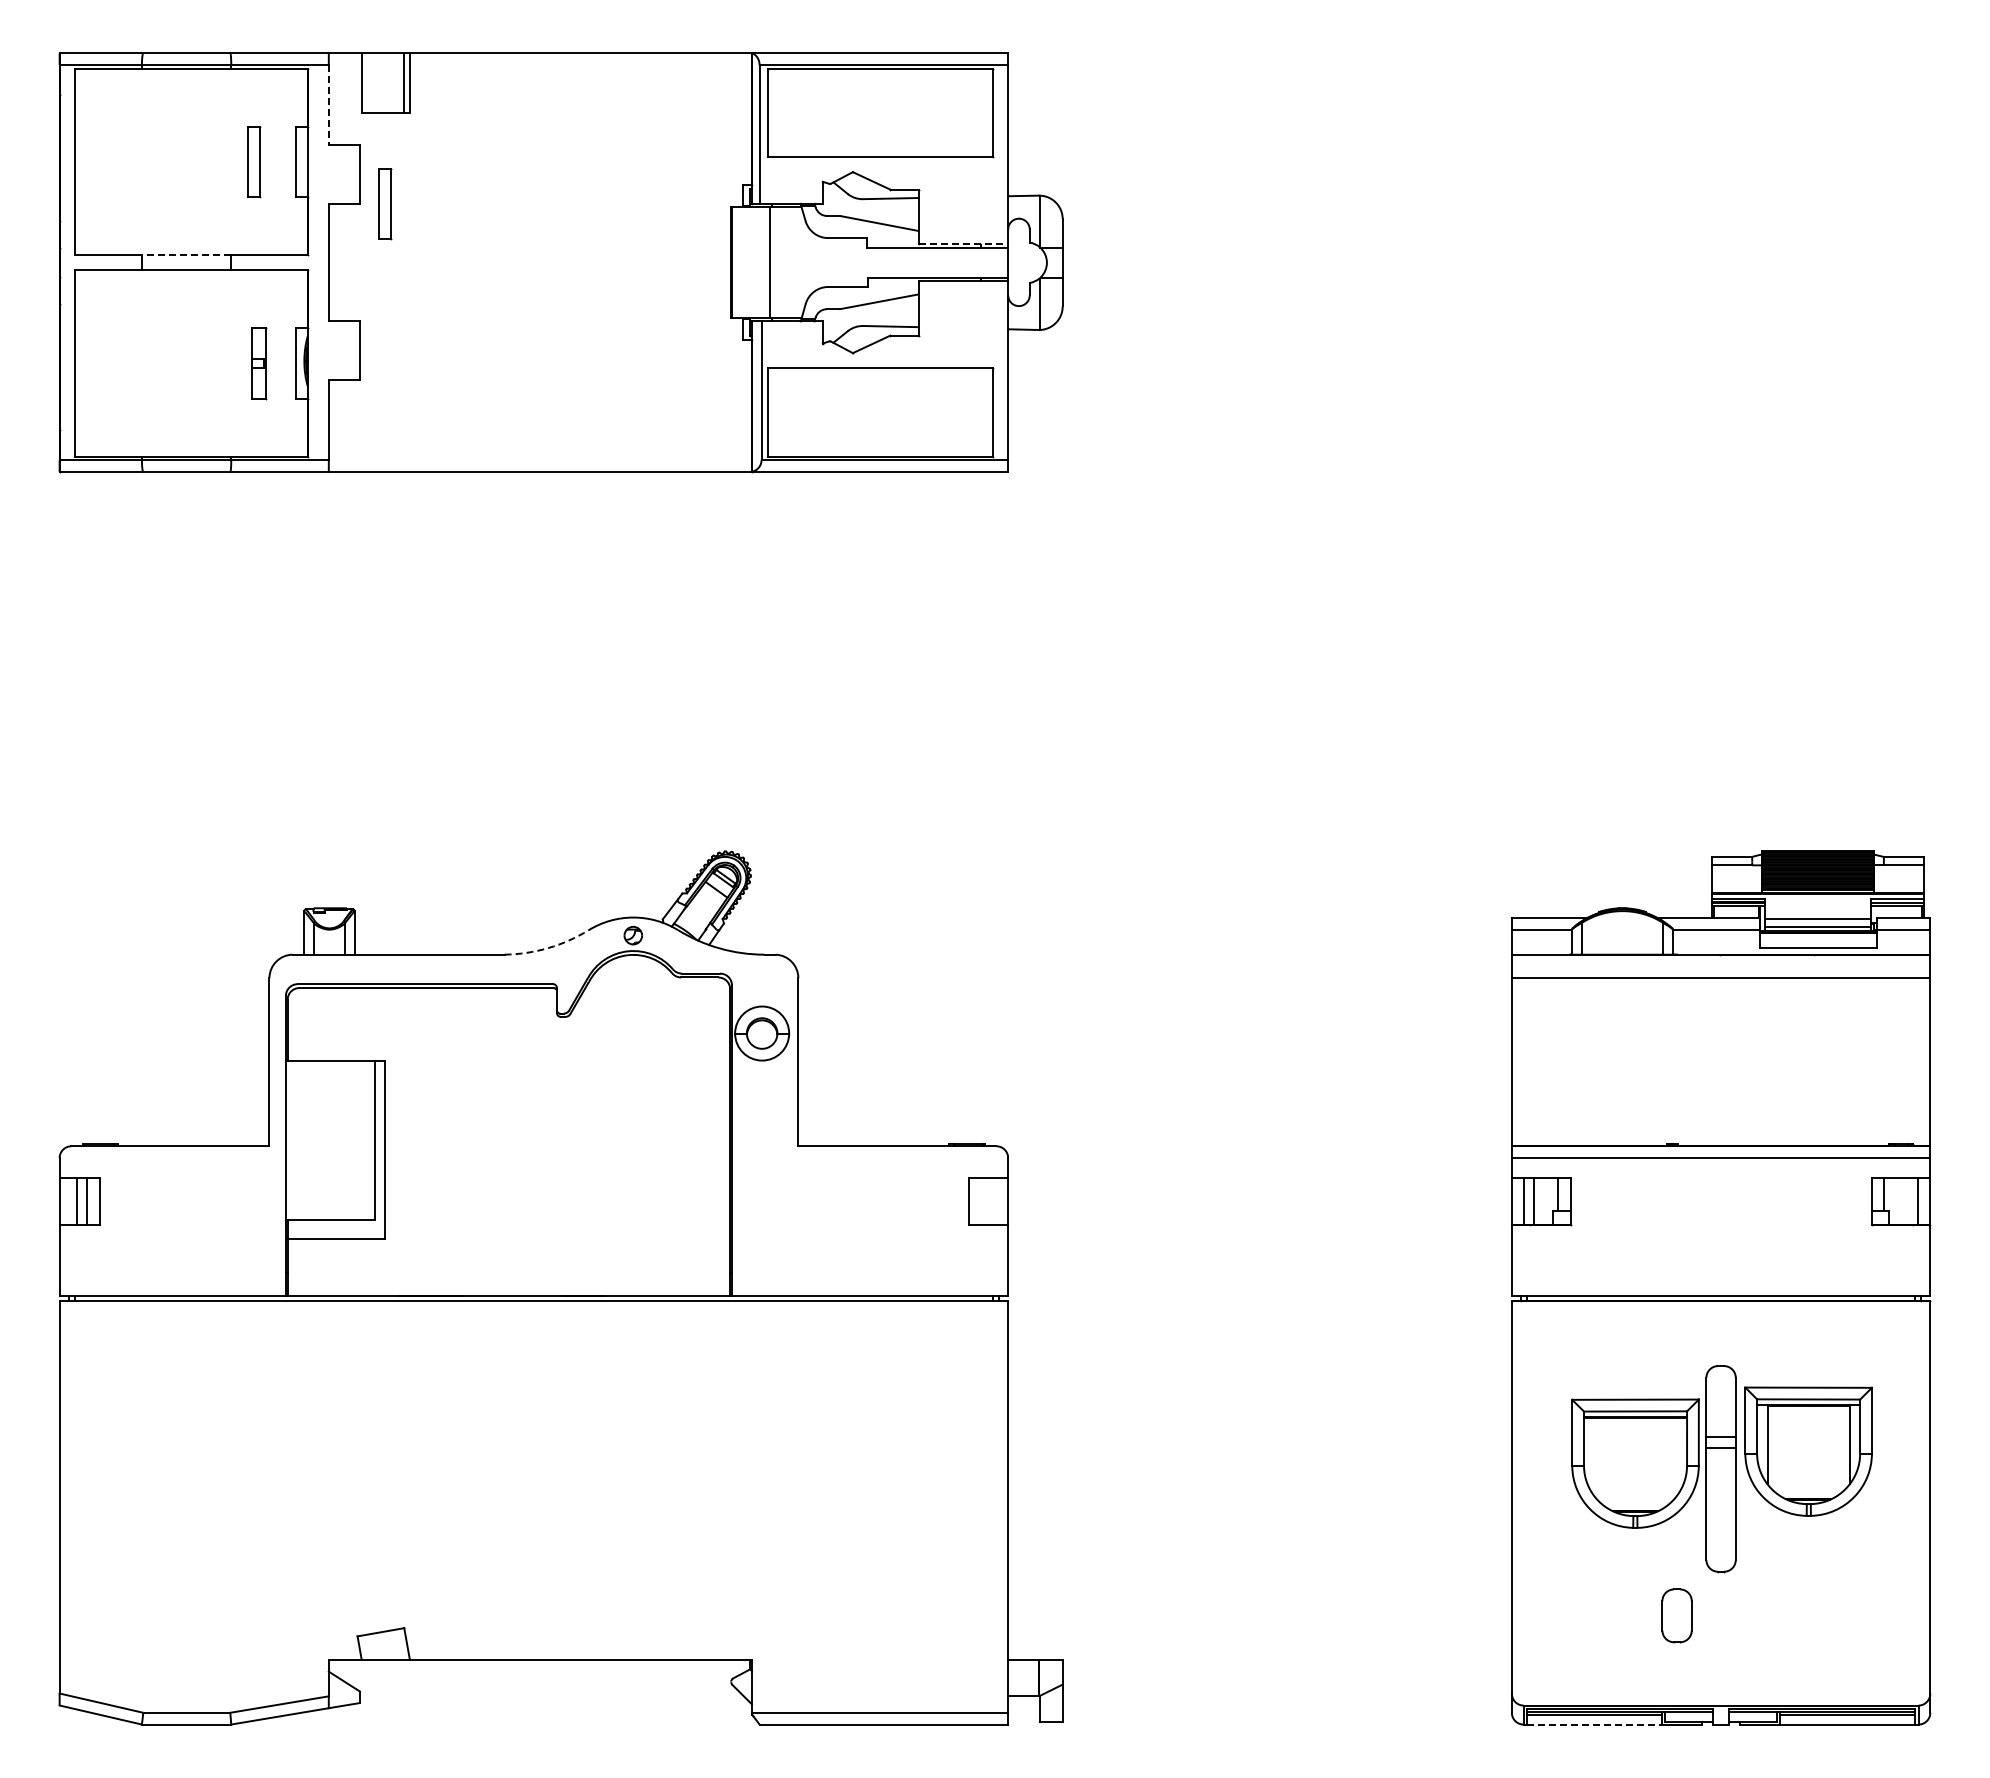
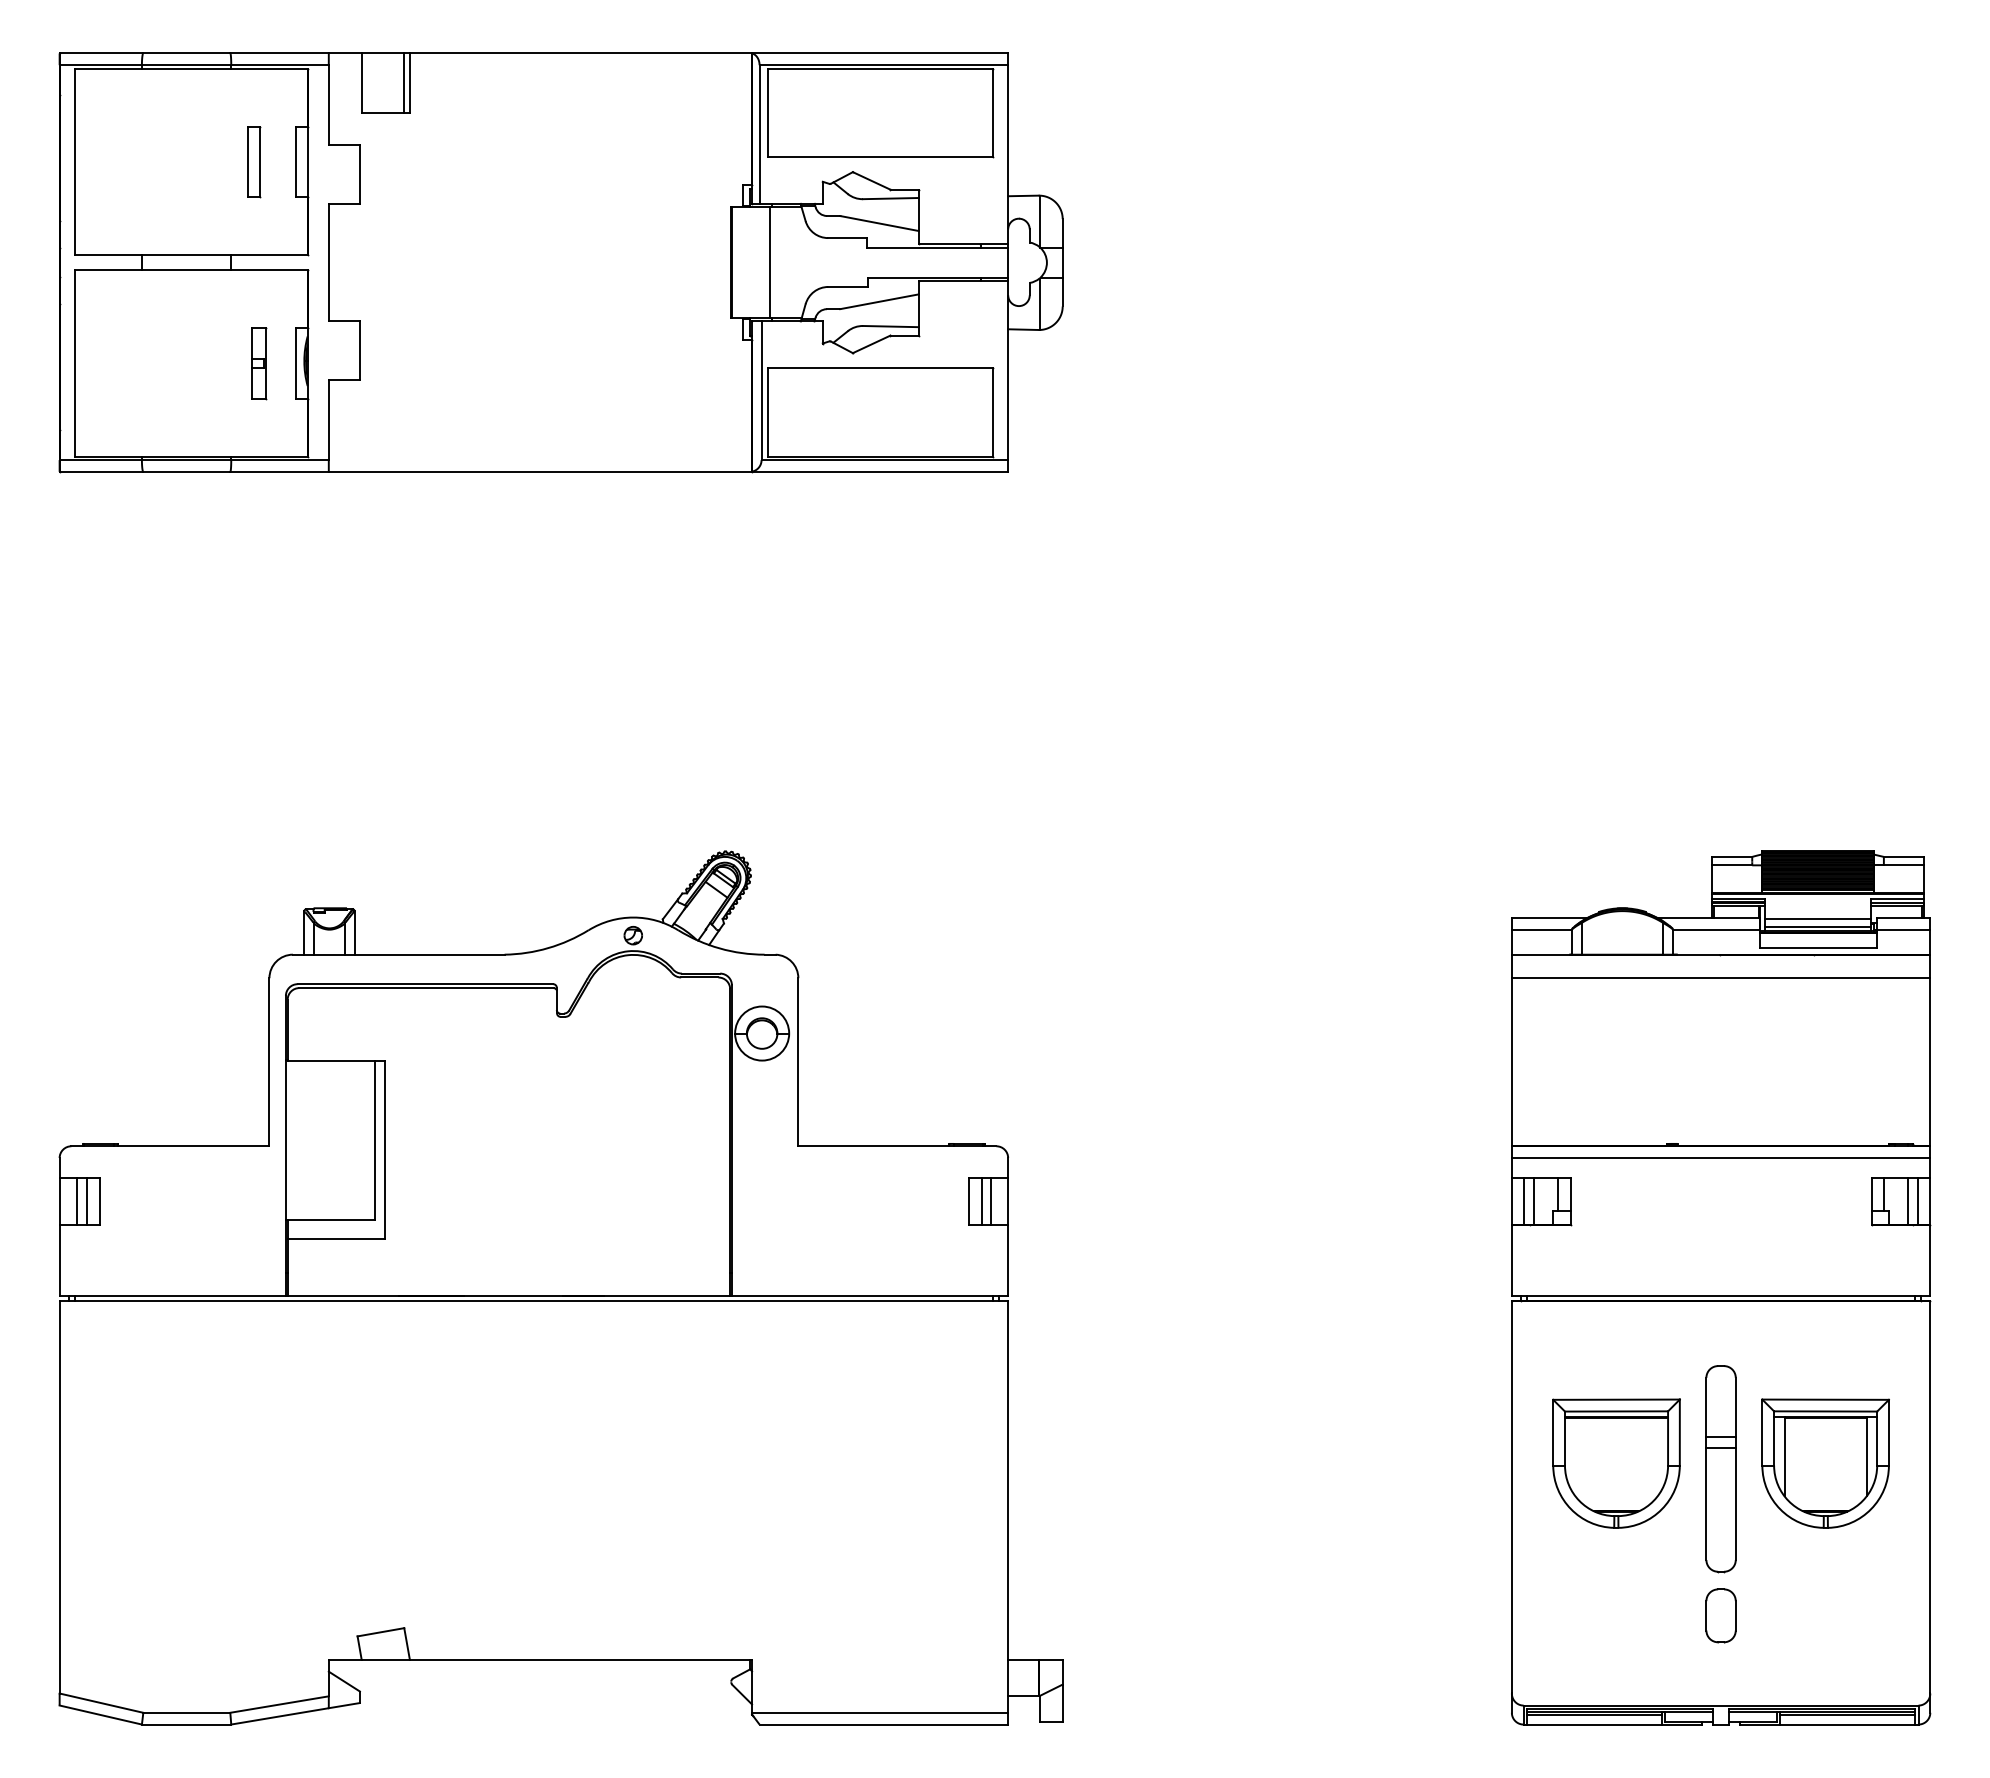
line at (328, 105): dashed -> solid
part at (385, 204): present -> none
line at (963, 243): dashed -> solid
line at (186, 255): dashed -> solid
arc at (548, 948): dashed -> solid
line at (981, 1201): none -> present
line at (990, 1201): none -> present
line at (1907, 1201): none -> present
part at (1808, 1451) position: (1808, 1451) -> (1825, 1463)
part at (1635, 1463) position: (1635, 1463) -> (1616, 1463)
part at (1676, 1615) position: (1676, 1615) -> (1720, 1615)
line at (1594, 1724): dashed -> solid
